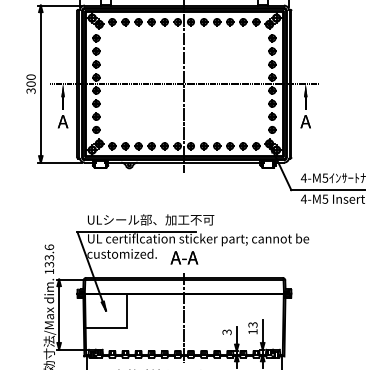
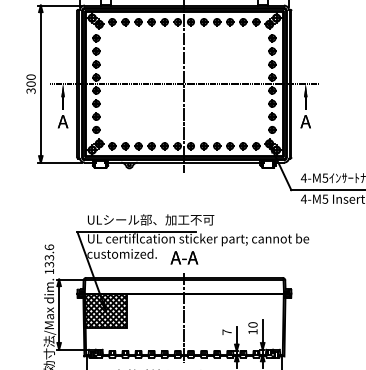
hatch at (105, 310): none -> present
text at (252, 324): 13 -> 10
text at (226, 332): 3 -> 7
